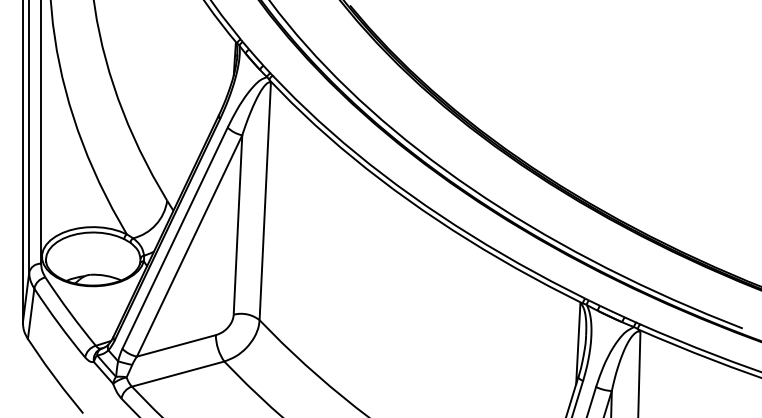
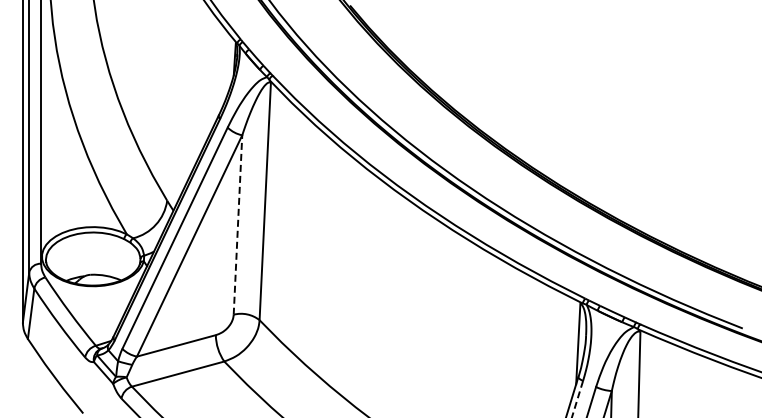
line at (238, 223): solid -> dashed
line at (577, 399): solid -> dashed
